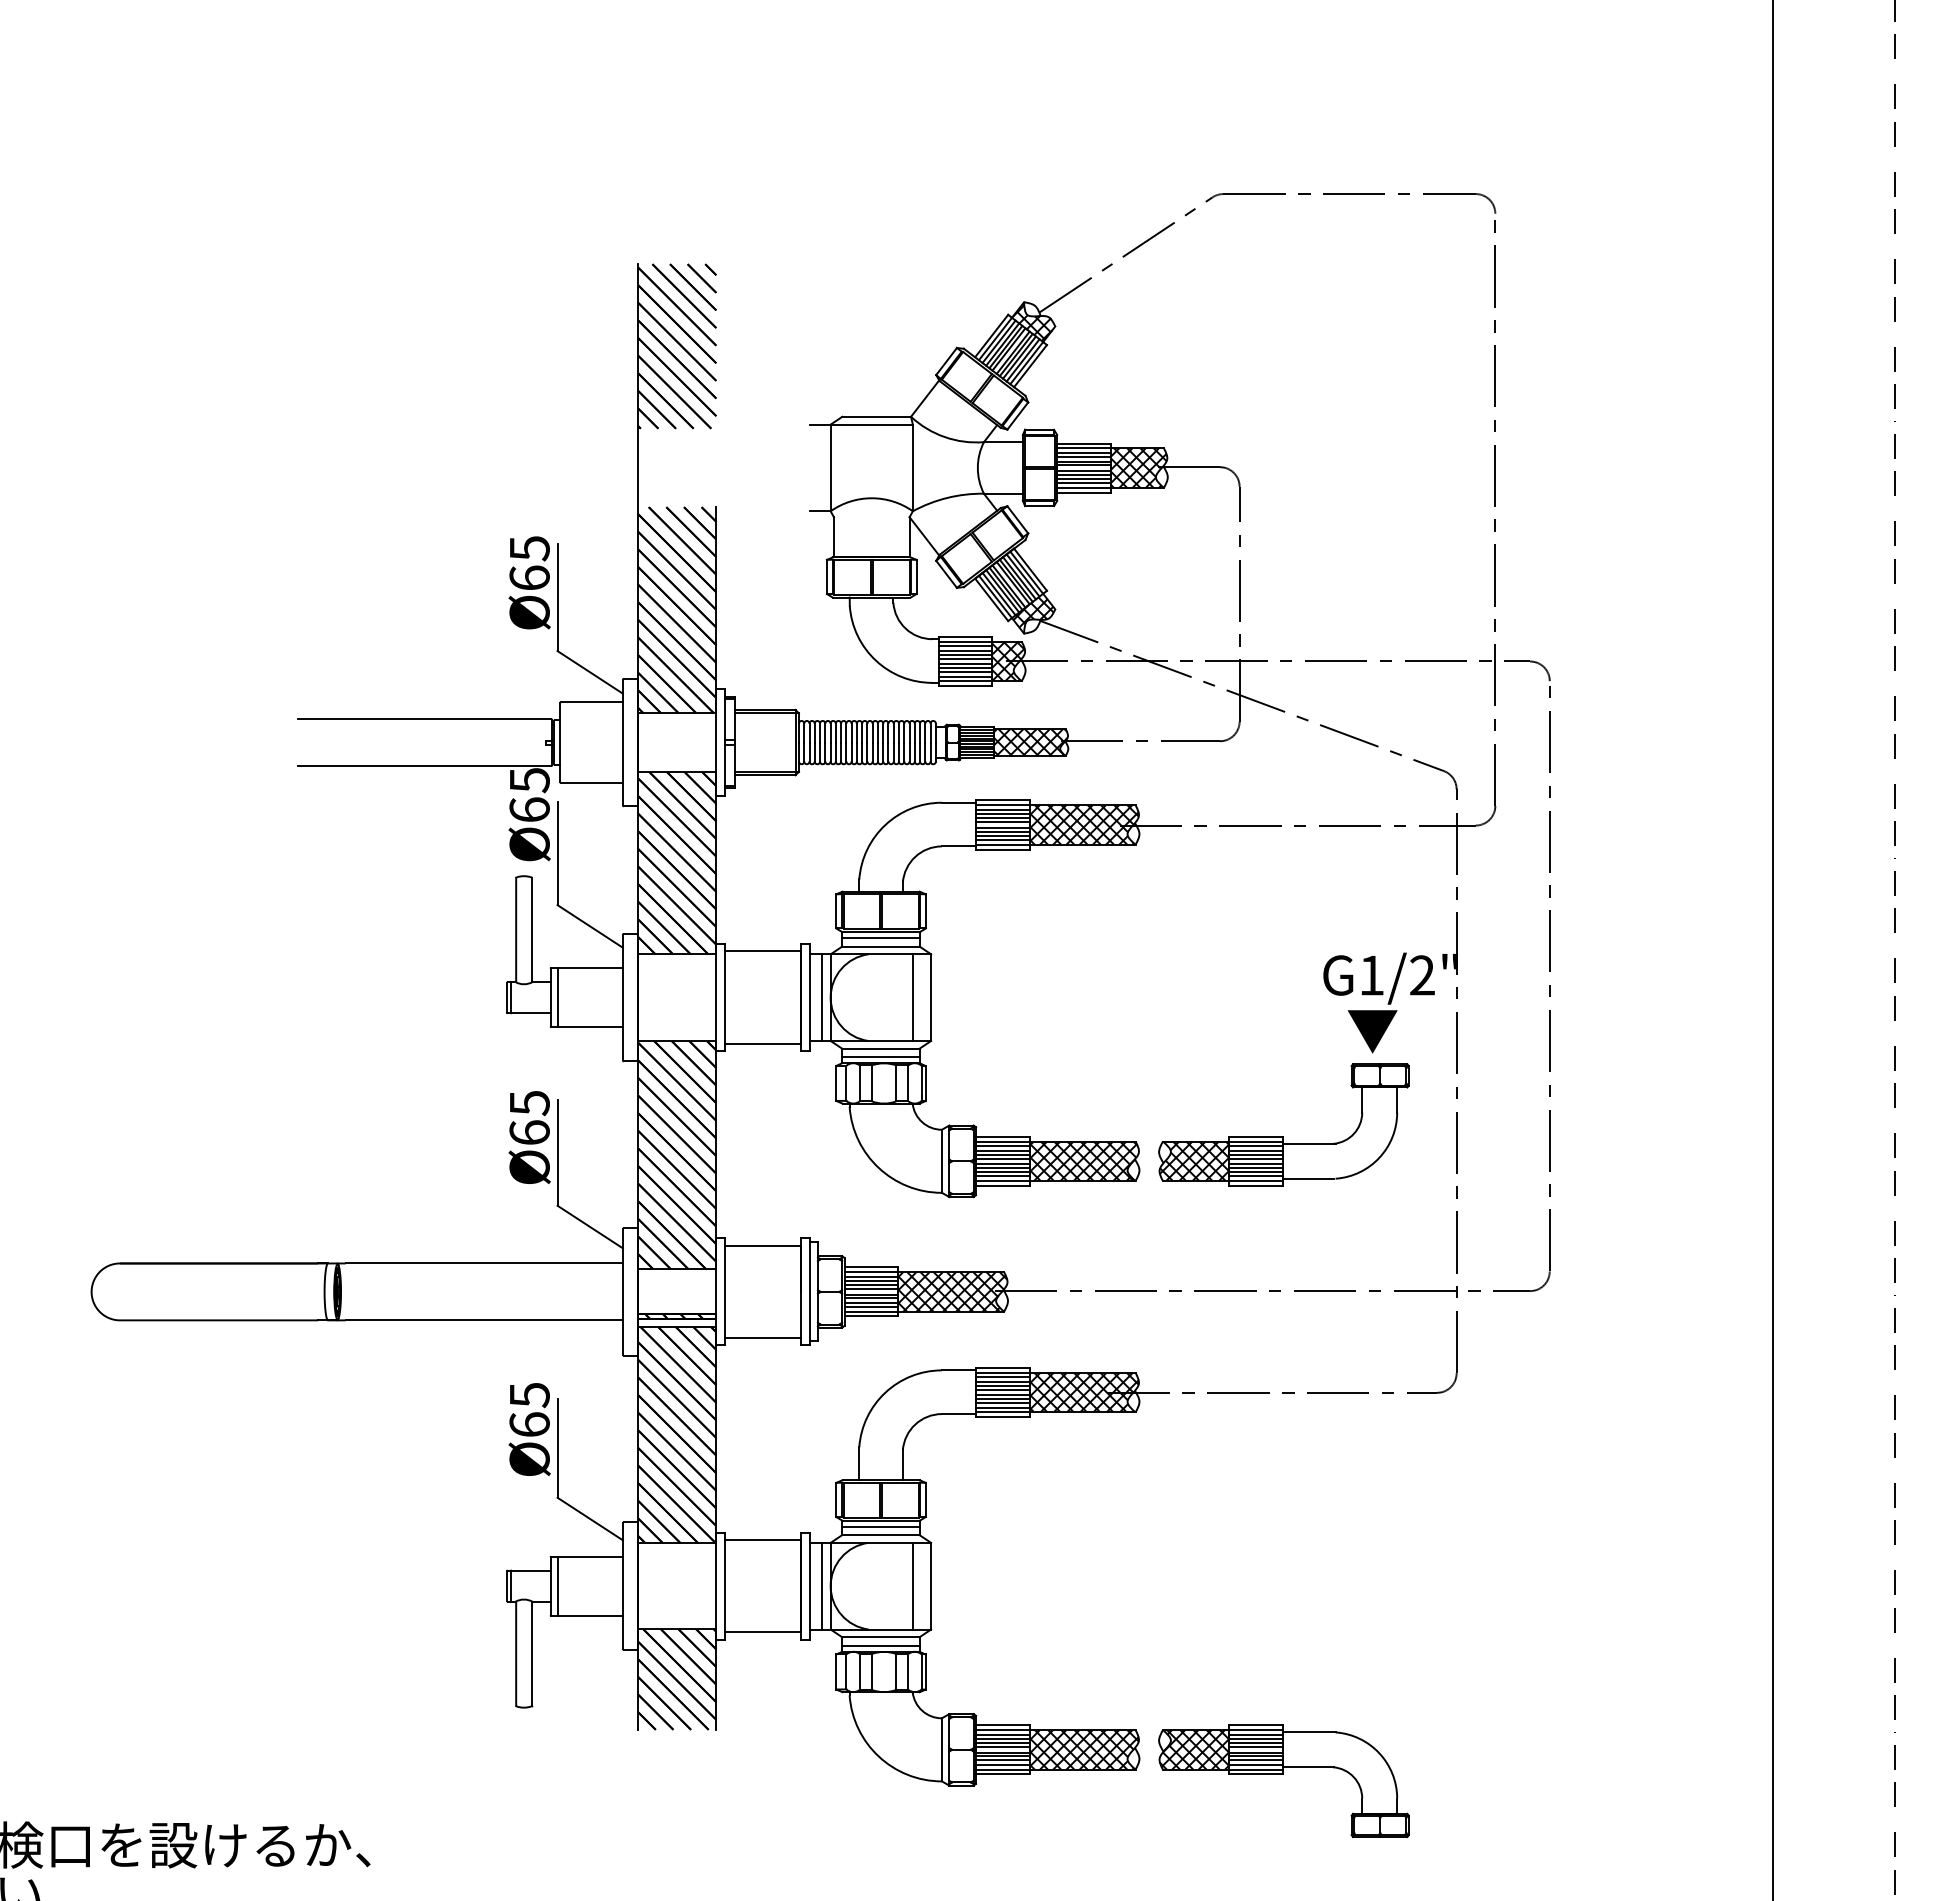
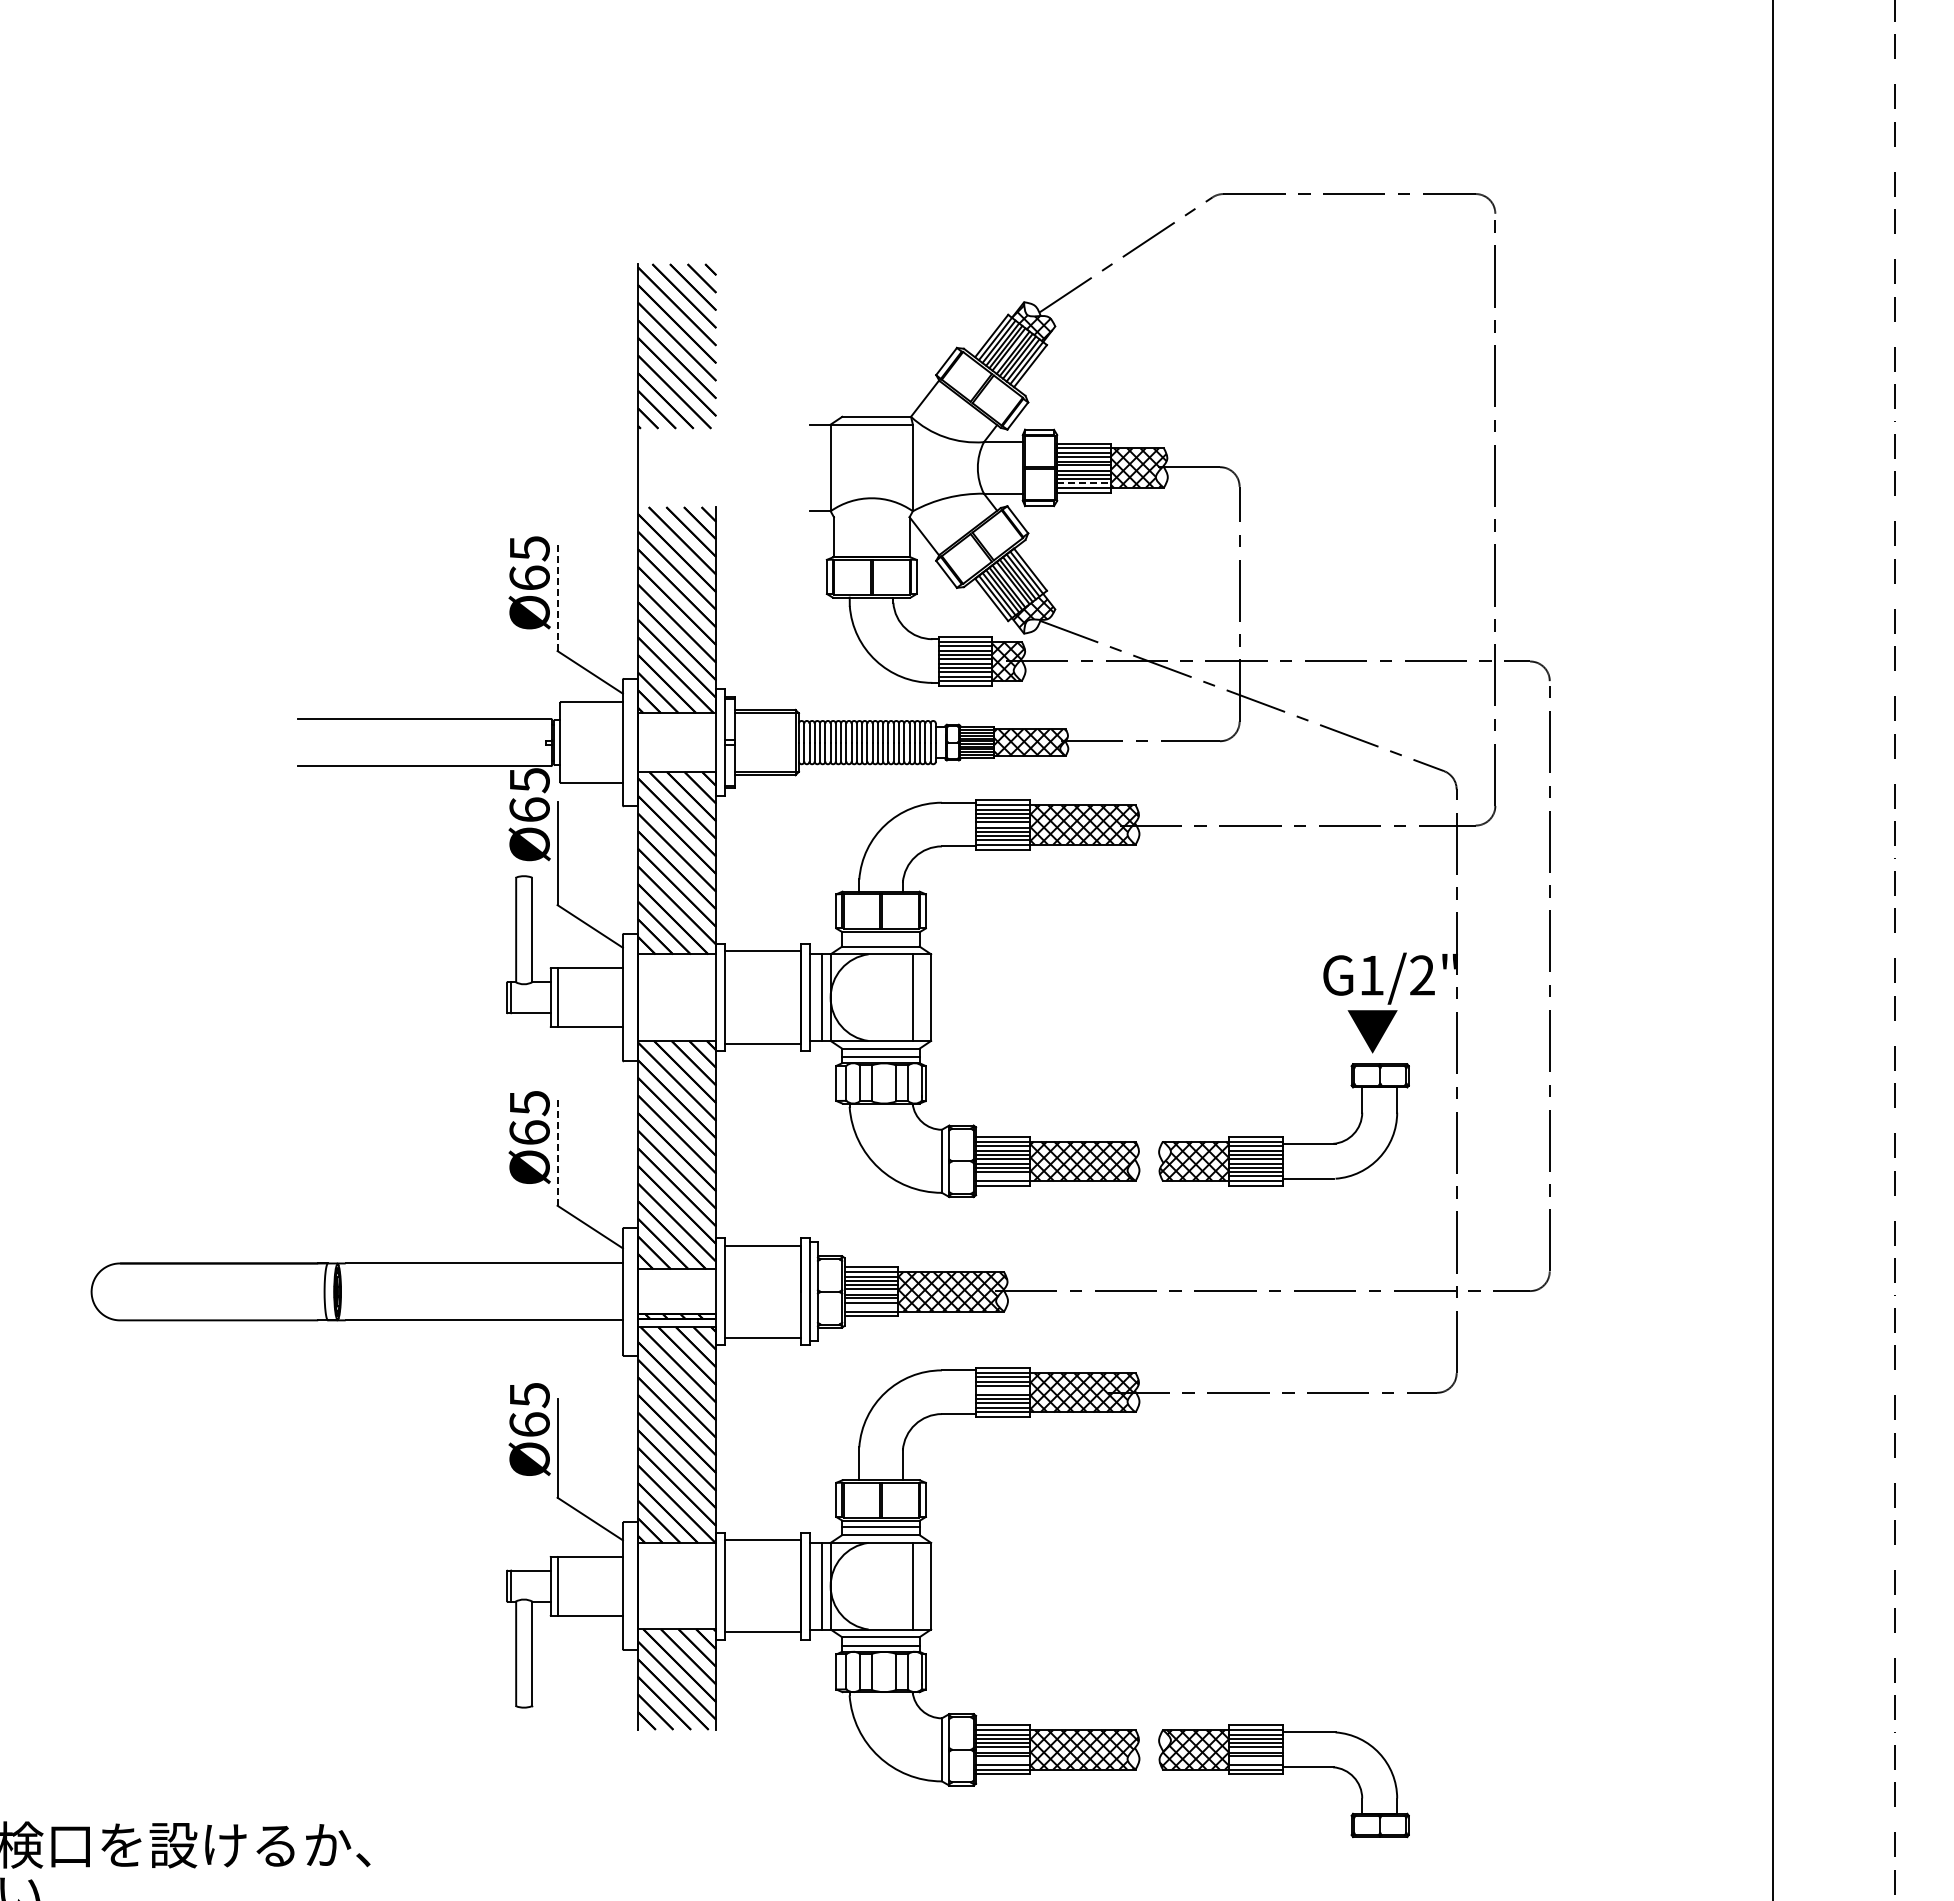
line at (1083, 483): solid -> dashed
line at (557, 597): solid -> dashed
line at (880, 938): present -> none
line at (557, 1153): solid -> dashed
line at (1002, 1176): present -> none
line at (871, 1307): present -> none
line at (1002, 1389): present -> none
line at (1002, 1760): present -> none
line at (1256, 1760): present -> none
